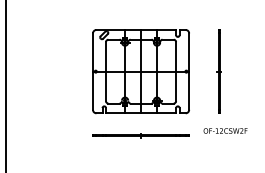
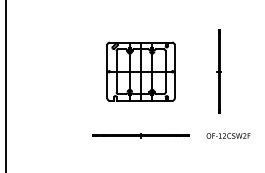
part at (140, 71) size: 98x86 px -> 70x61 px
text at (225, 130) position: (225, 130) -> (228, 135)
